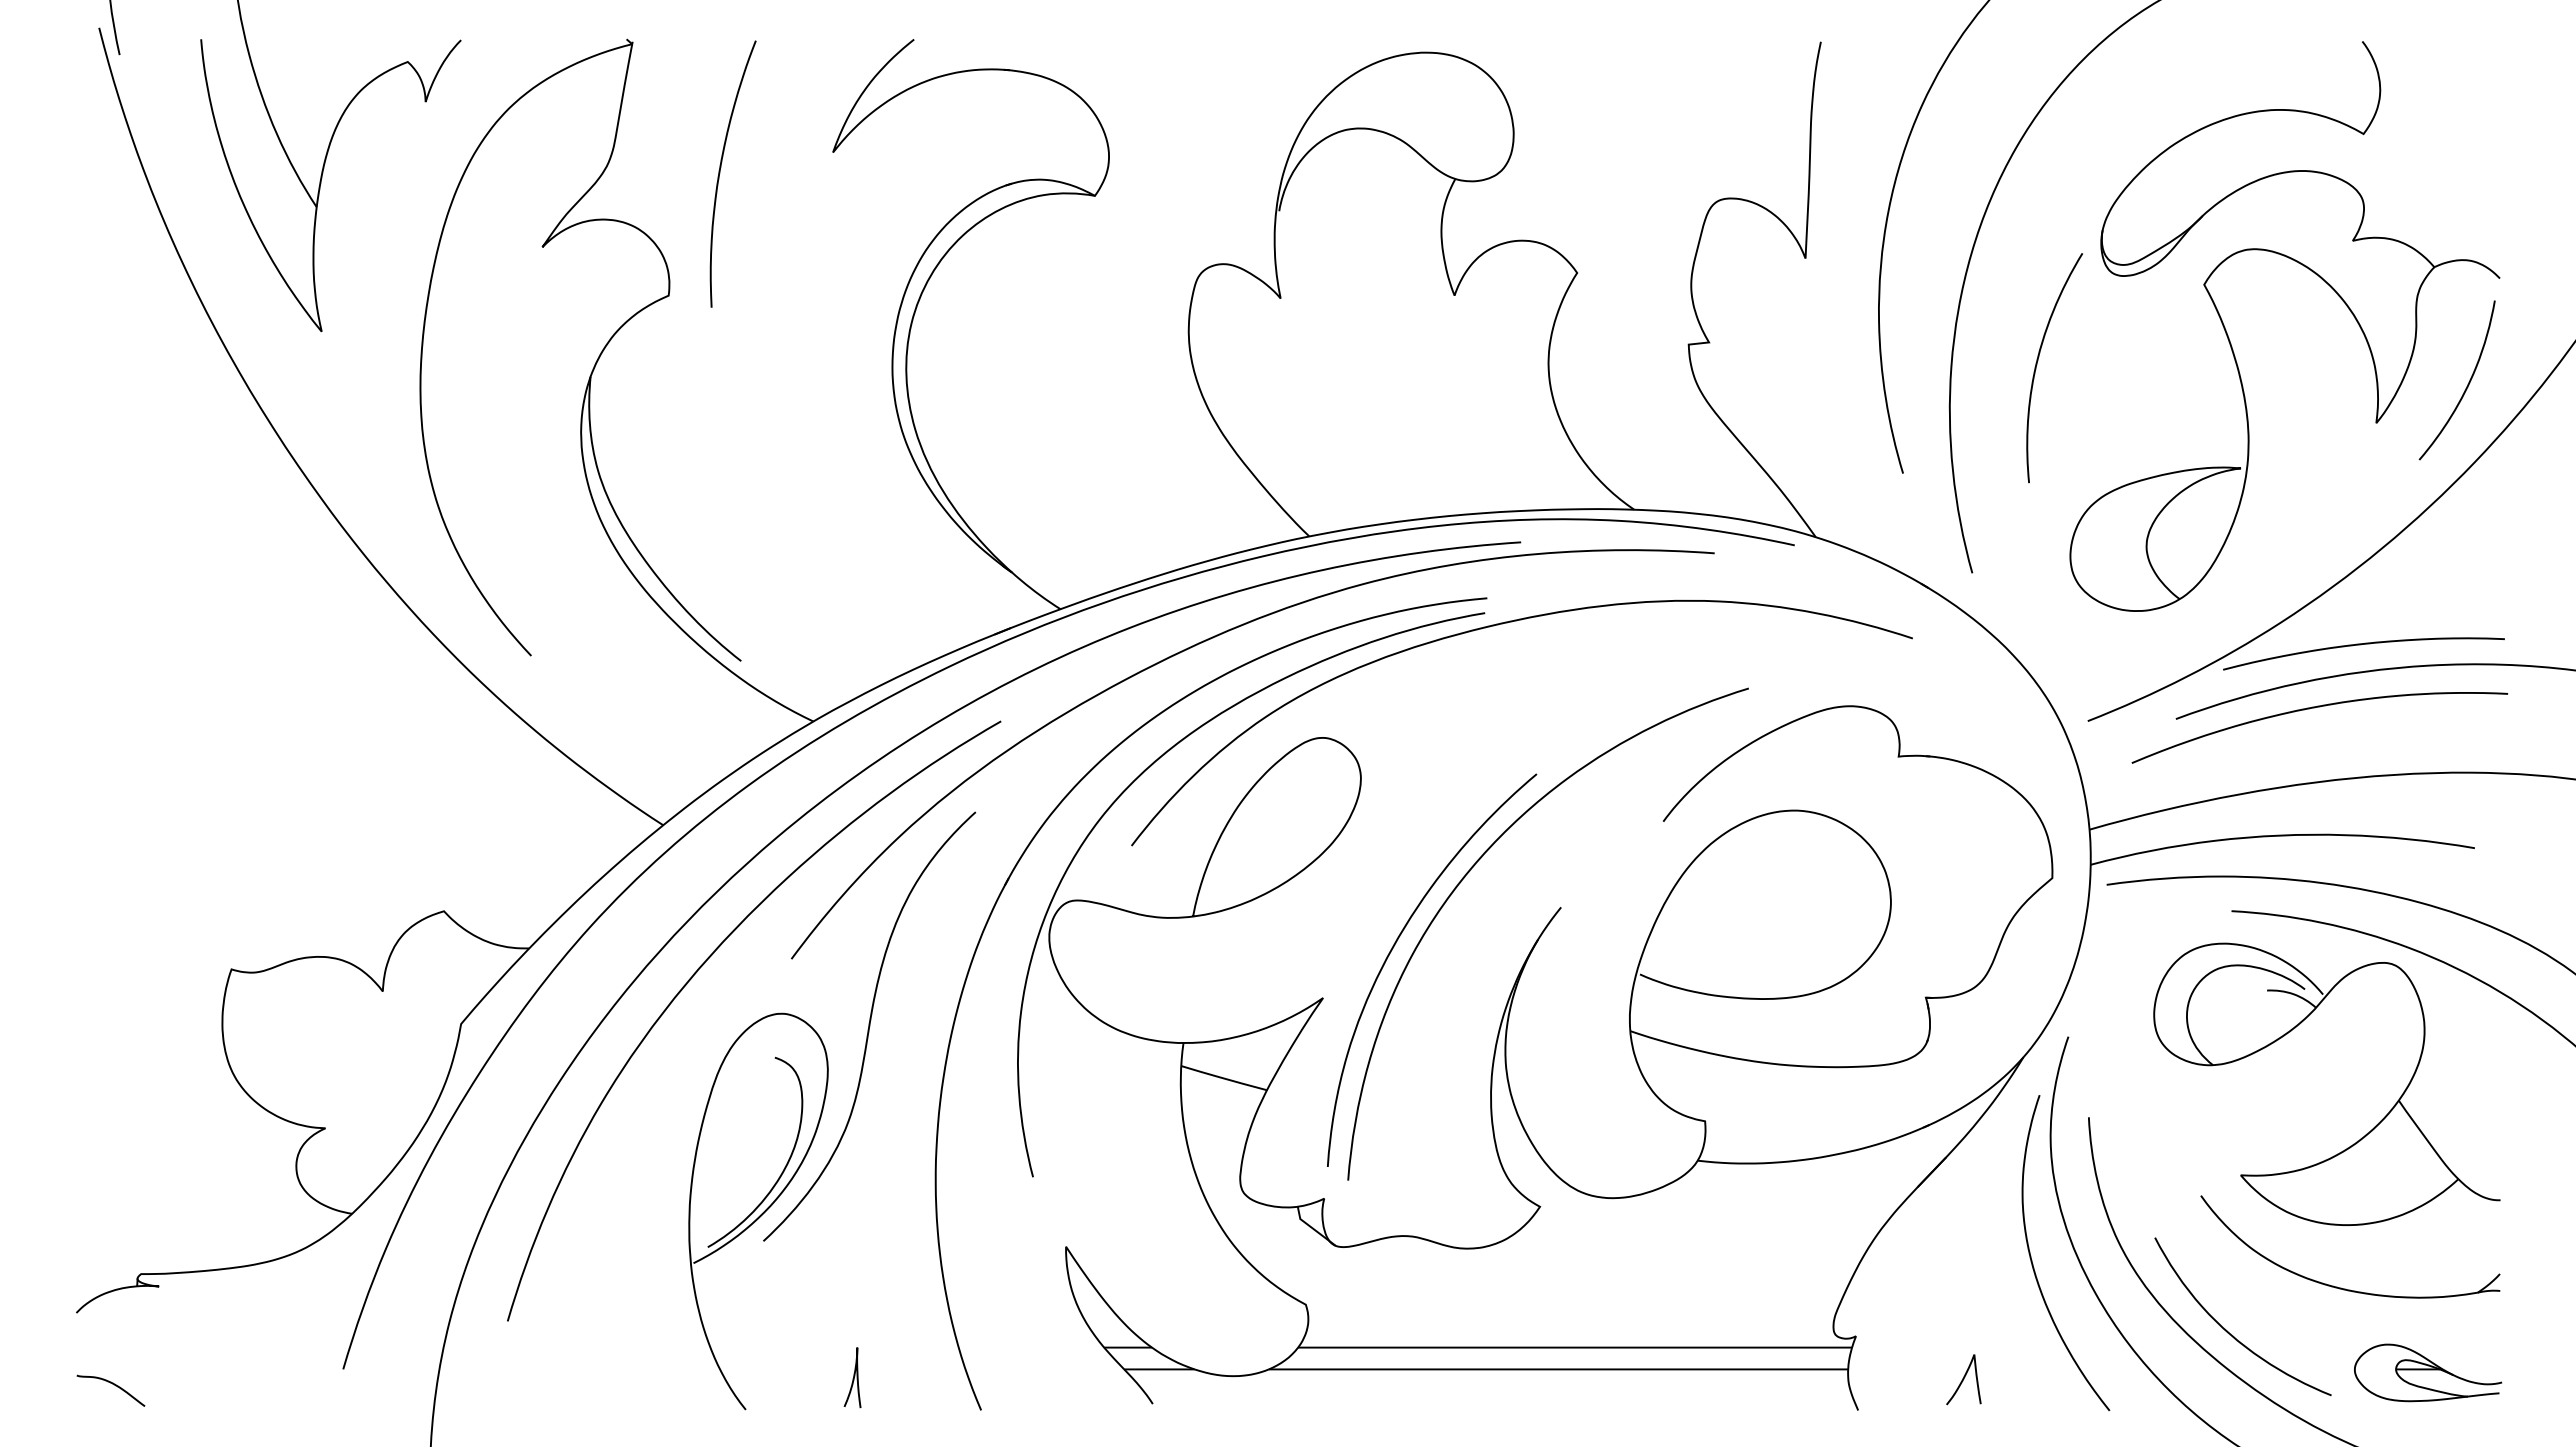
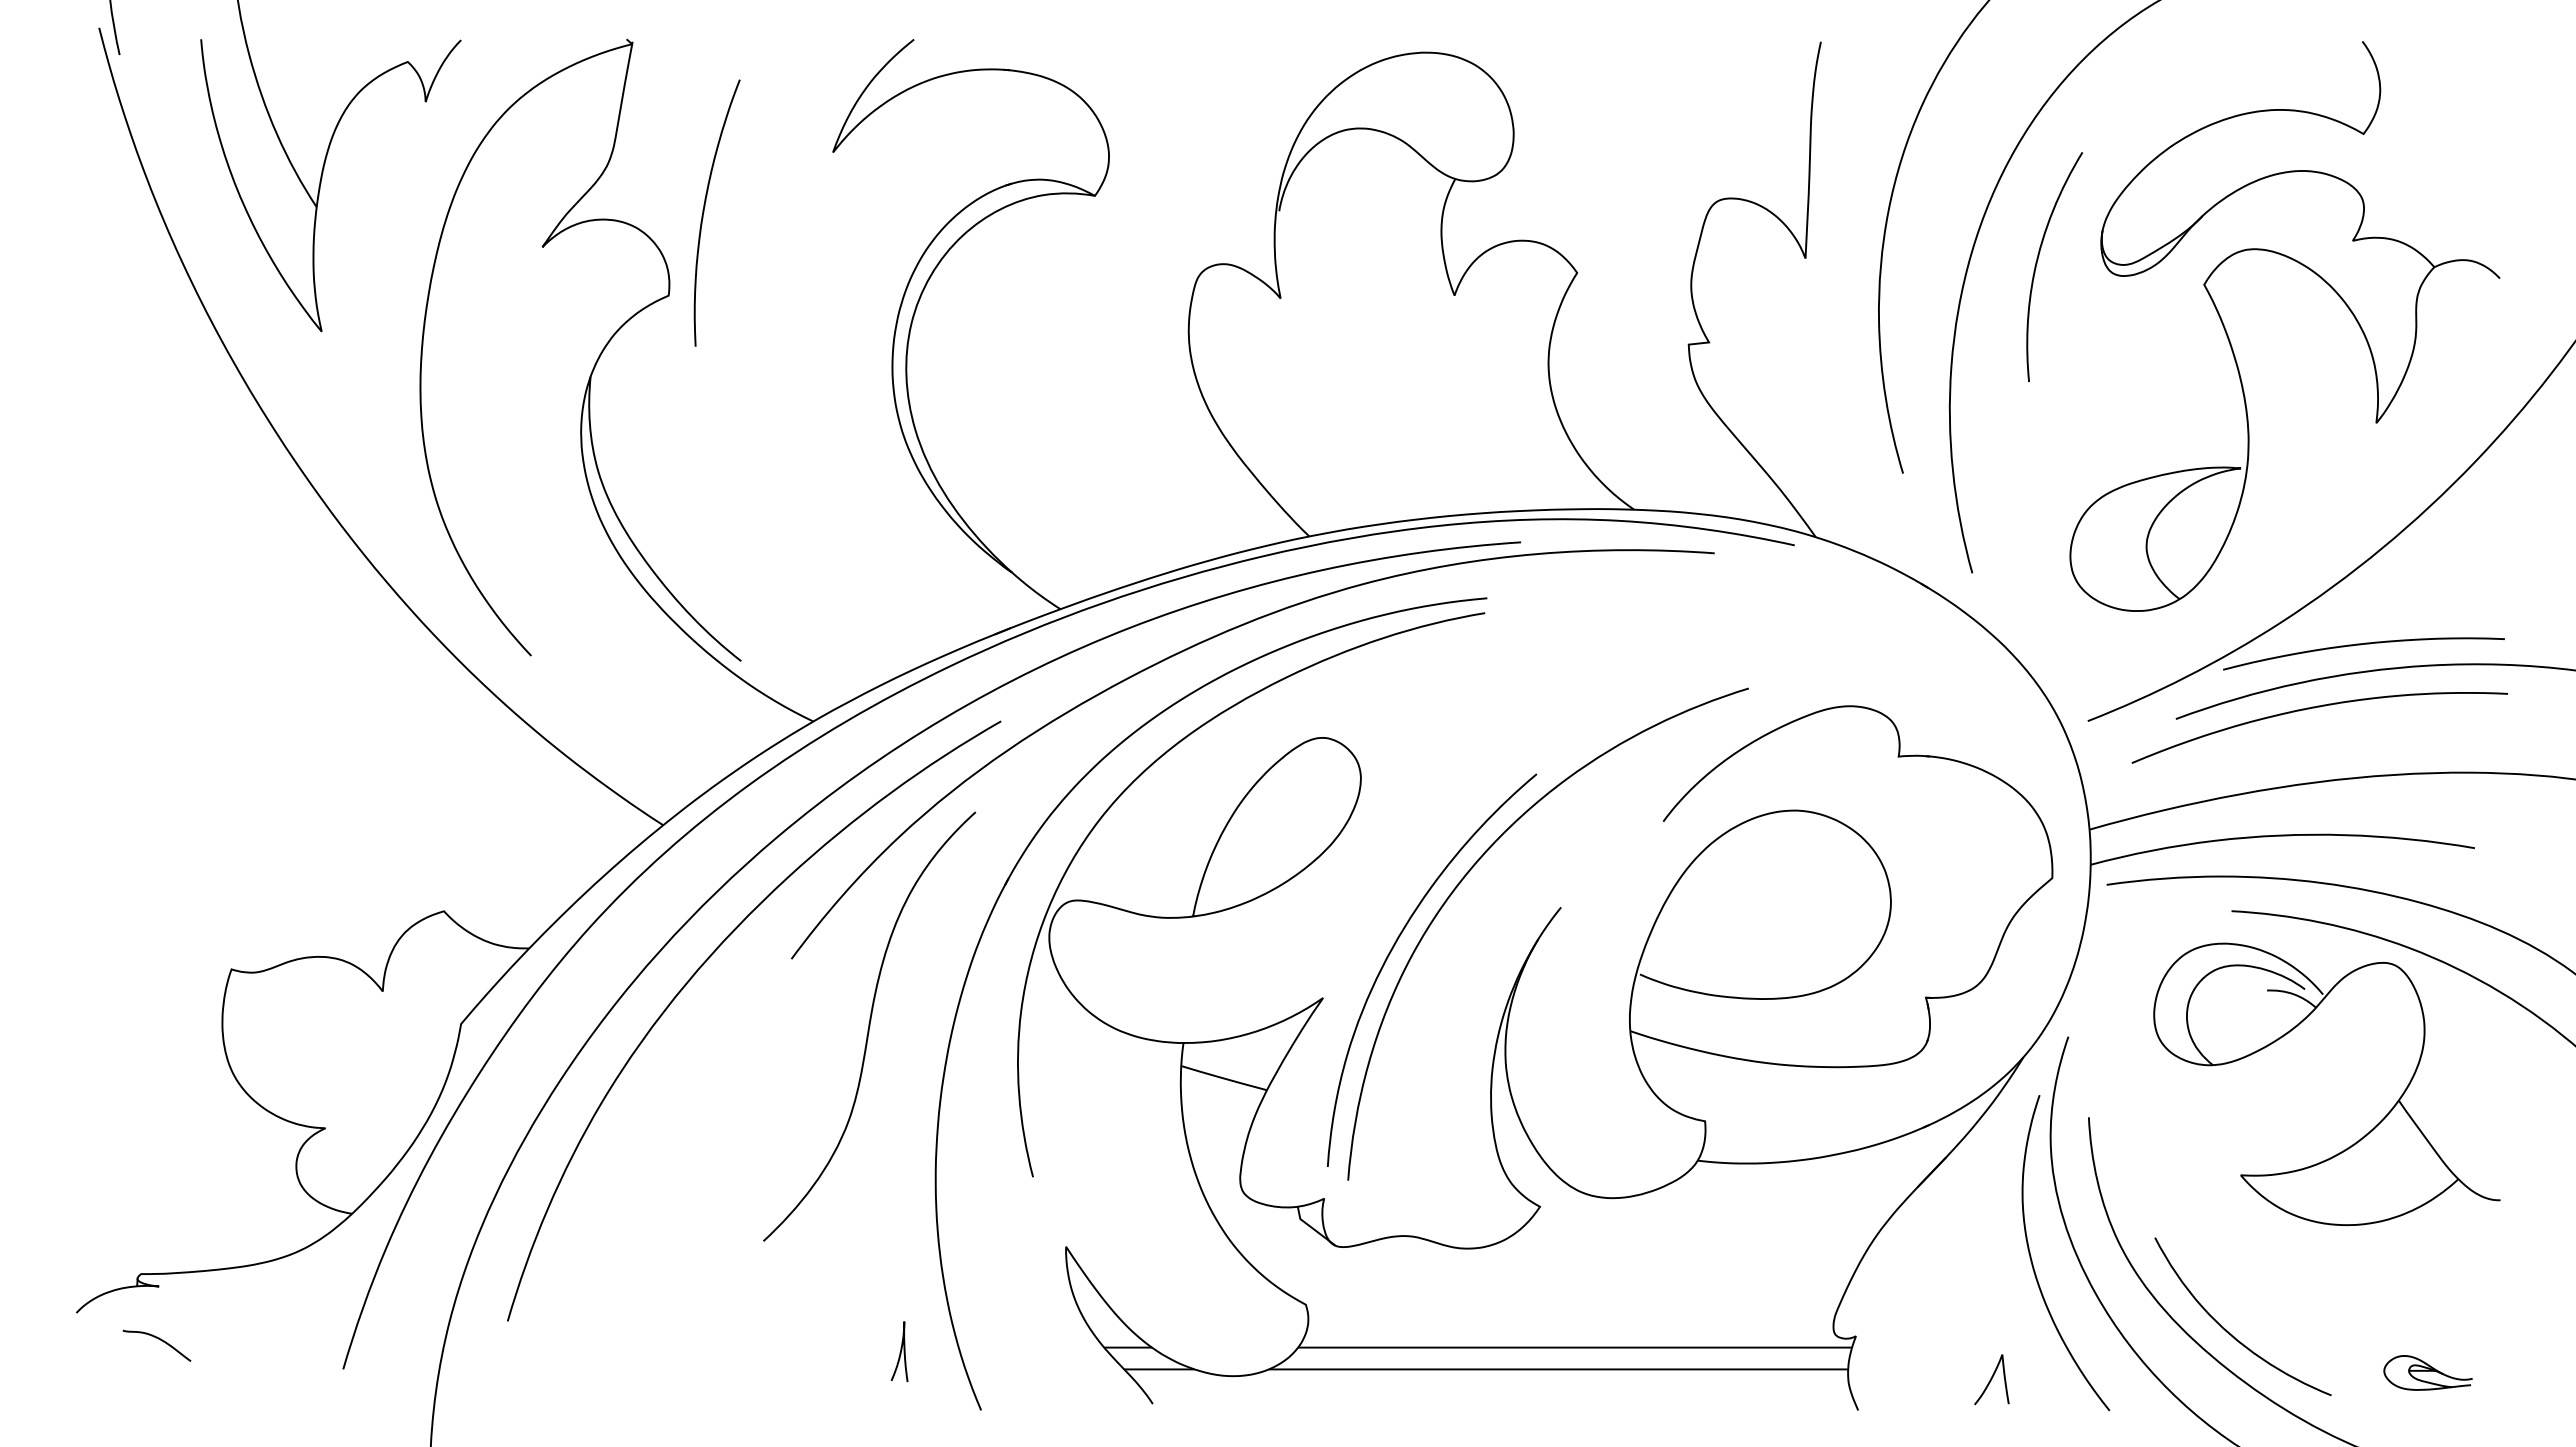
curve at (720, 173) position: (720, 173) -> (704, 212)
curve at (2038, 361) position: (2038, 361) -> (2038, 260)
curve at (2466, 386): present -> none
curve at (1498, 625): present -> none
part at (758, 1211): present -> none
part at (2341, 1287): present -> none
part at (2428, 1372) size: 149x60 px -> 90x36 px
curve at (853, 1377) position: (853, 1377) -> (900, 1351)
curve at (1963, 1379) position: (1963, 1379) -> (1991, 1379)
curve at (112, 1384) position: (112, 1384) -> (158, 1339)
